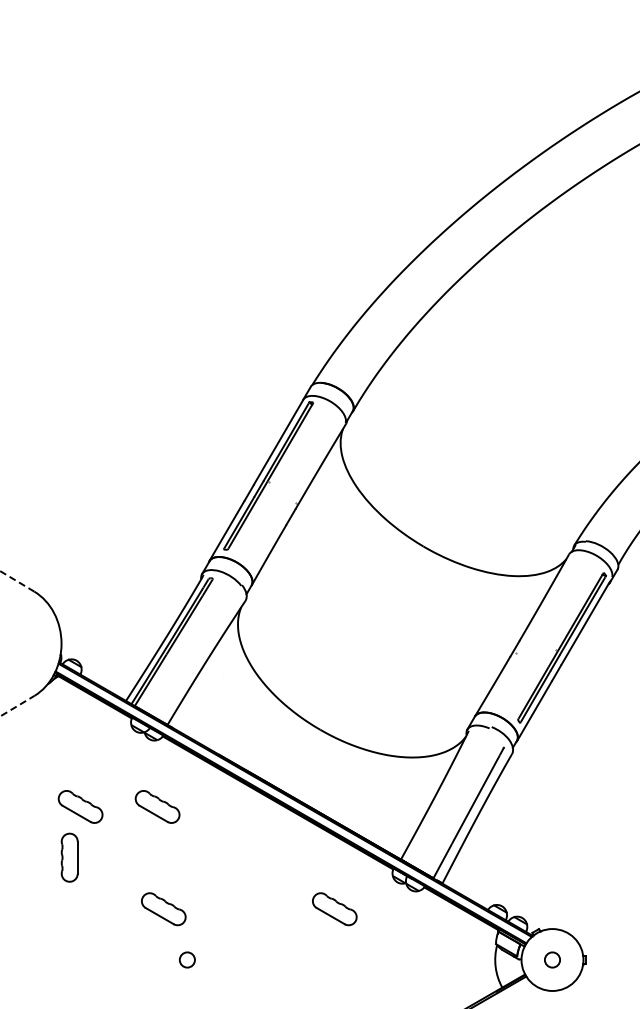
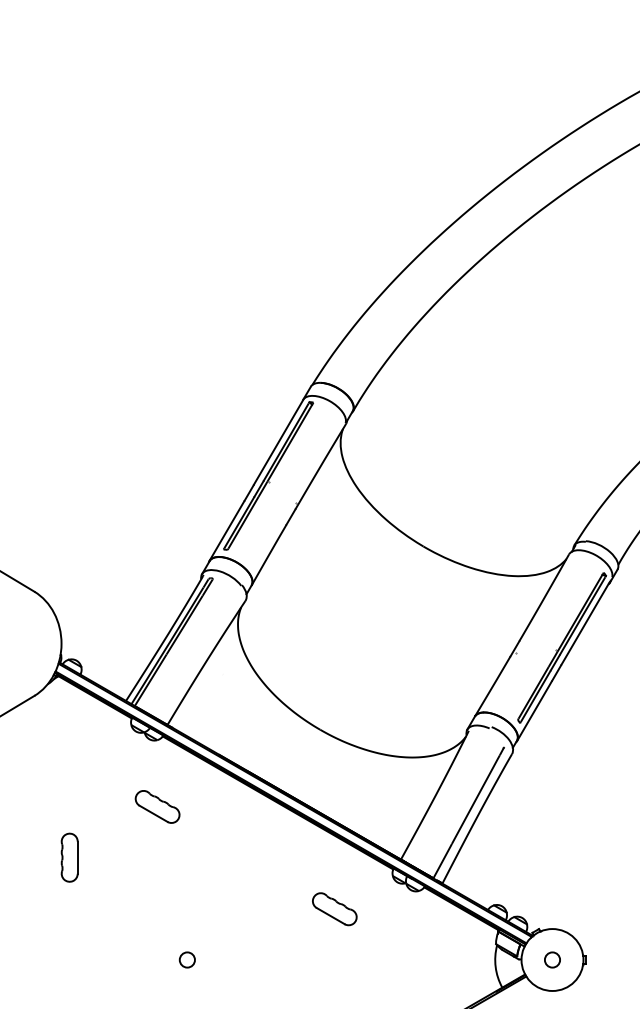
line at (17, 581): dashed -> solid
line at (17, 706): dashed -> solid
part at (80, 806): present -> none
part at (163, 909): present -> none
